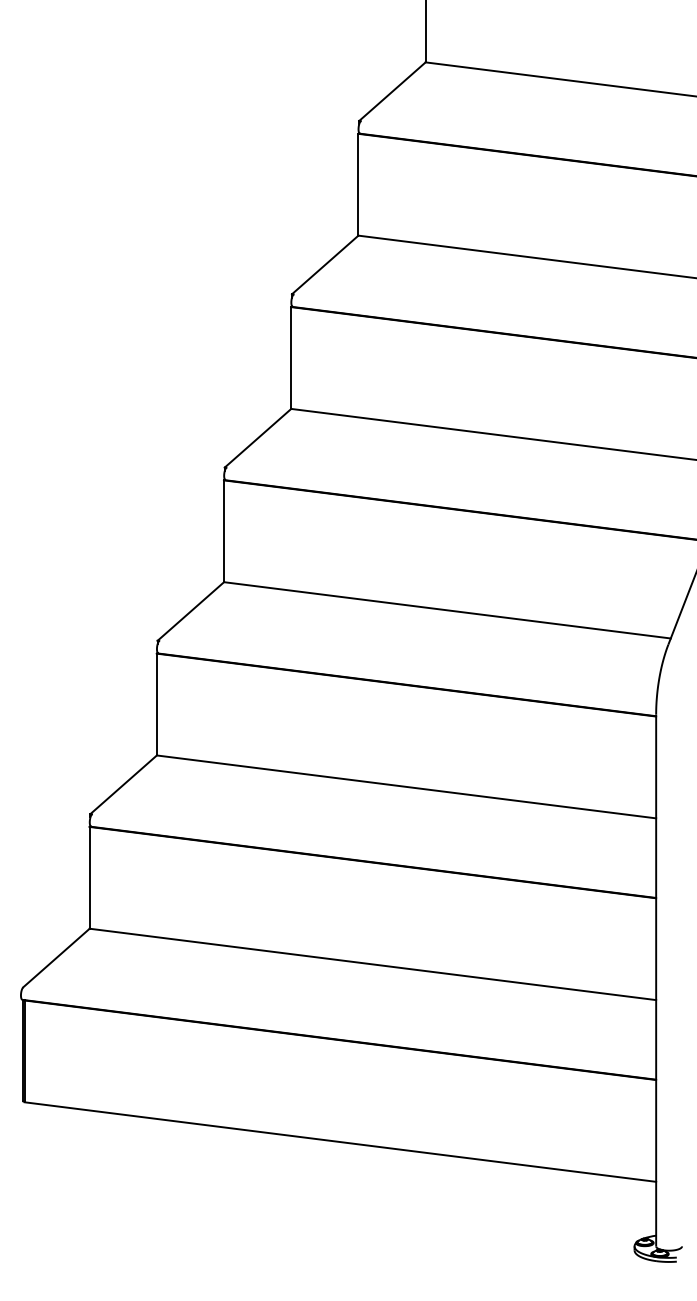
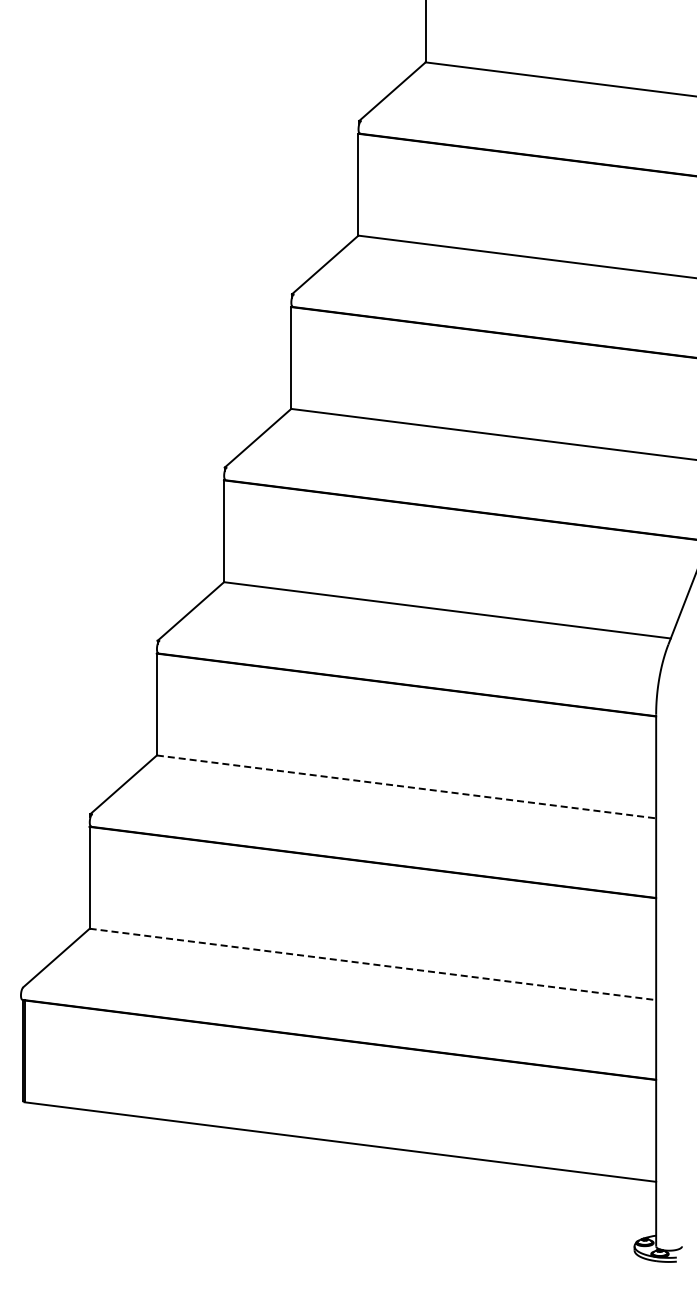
line at (406, 786): solid -> dashed
line at (373, 964): solid -> dashed
